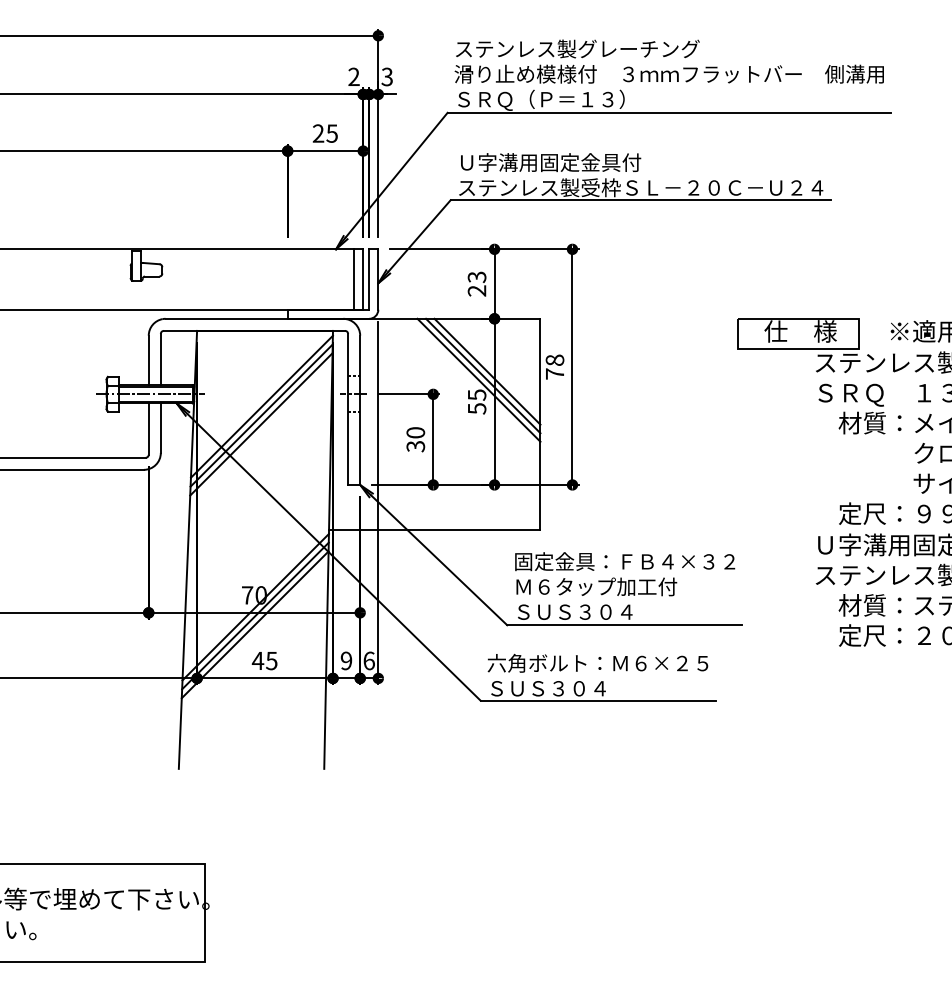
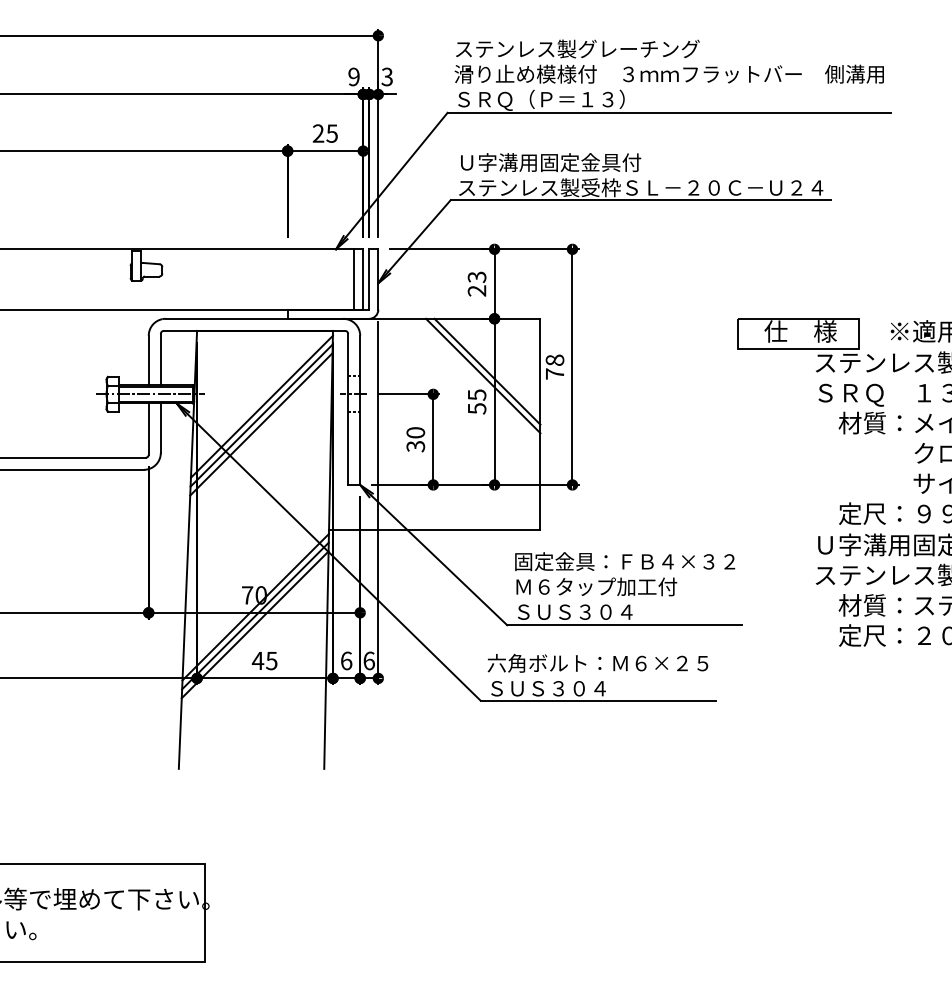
text at (353, 77): 2 -> 9
line at (478, 379): present -> none
text at (346, 660): 9 -> 6
